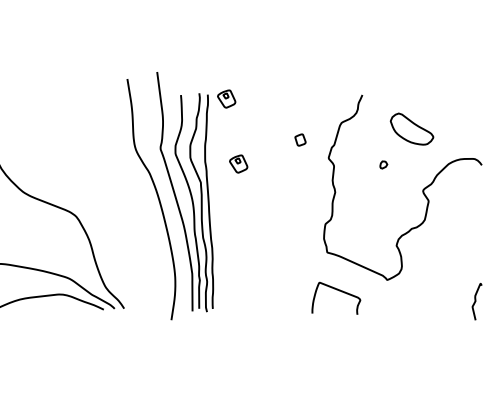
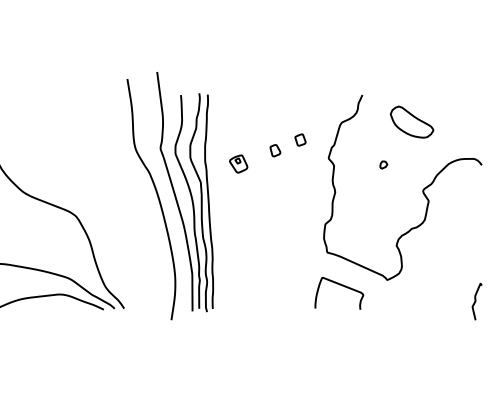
part at (226, 98): present -> none
part at (411, 128) position: (411, 128) -> (411, 121)
part at (275, 150): none -> present
curve at (339, 291) position: (339, 291) -> (342, 286)
